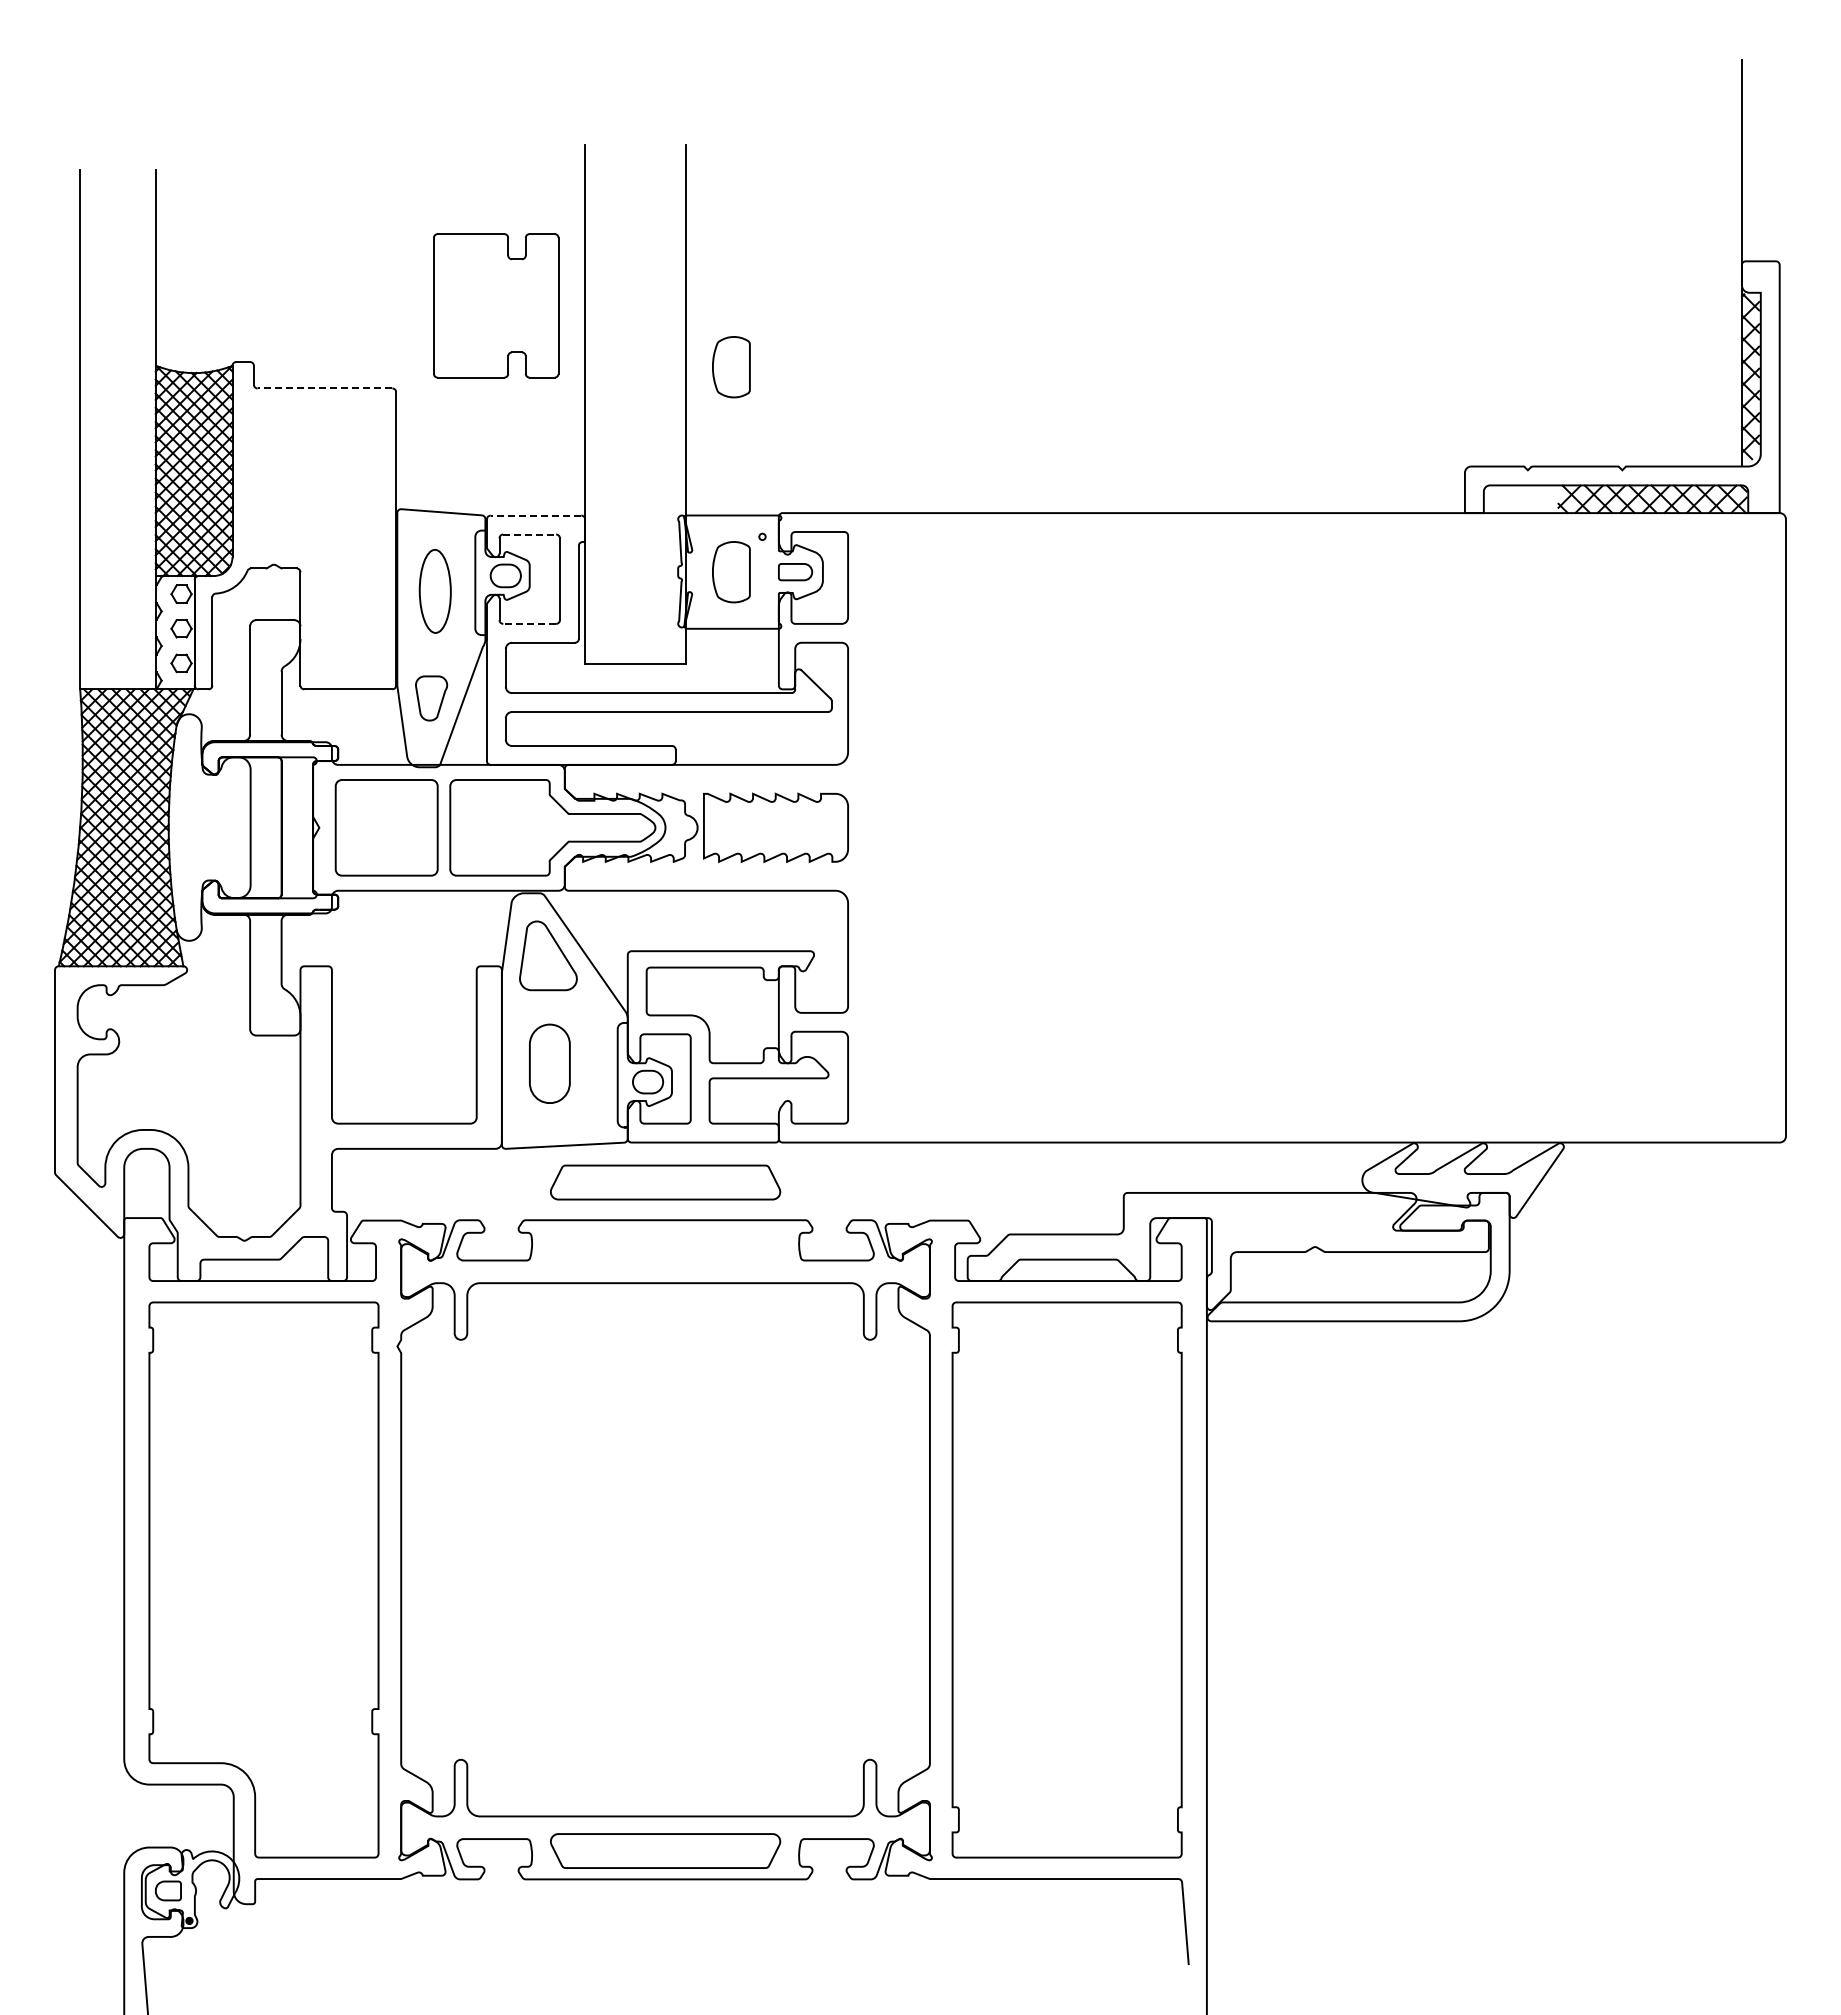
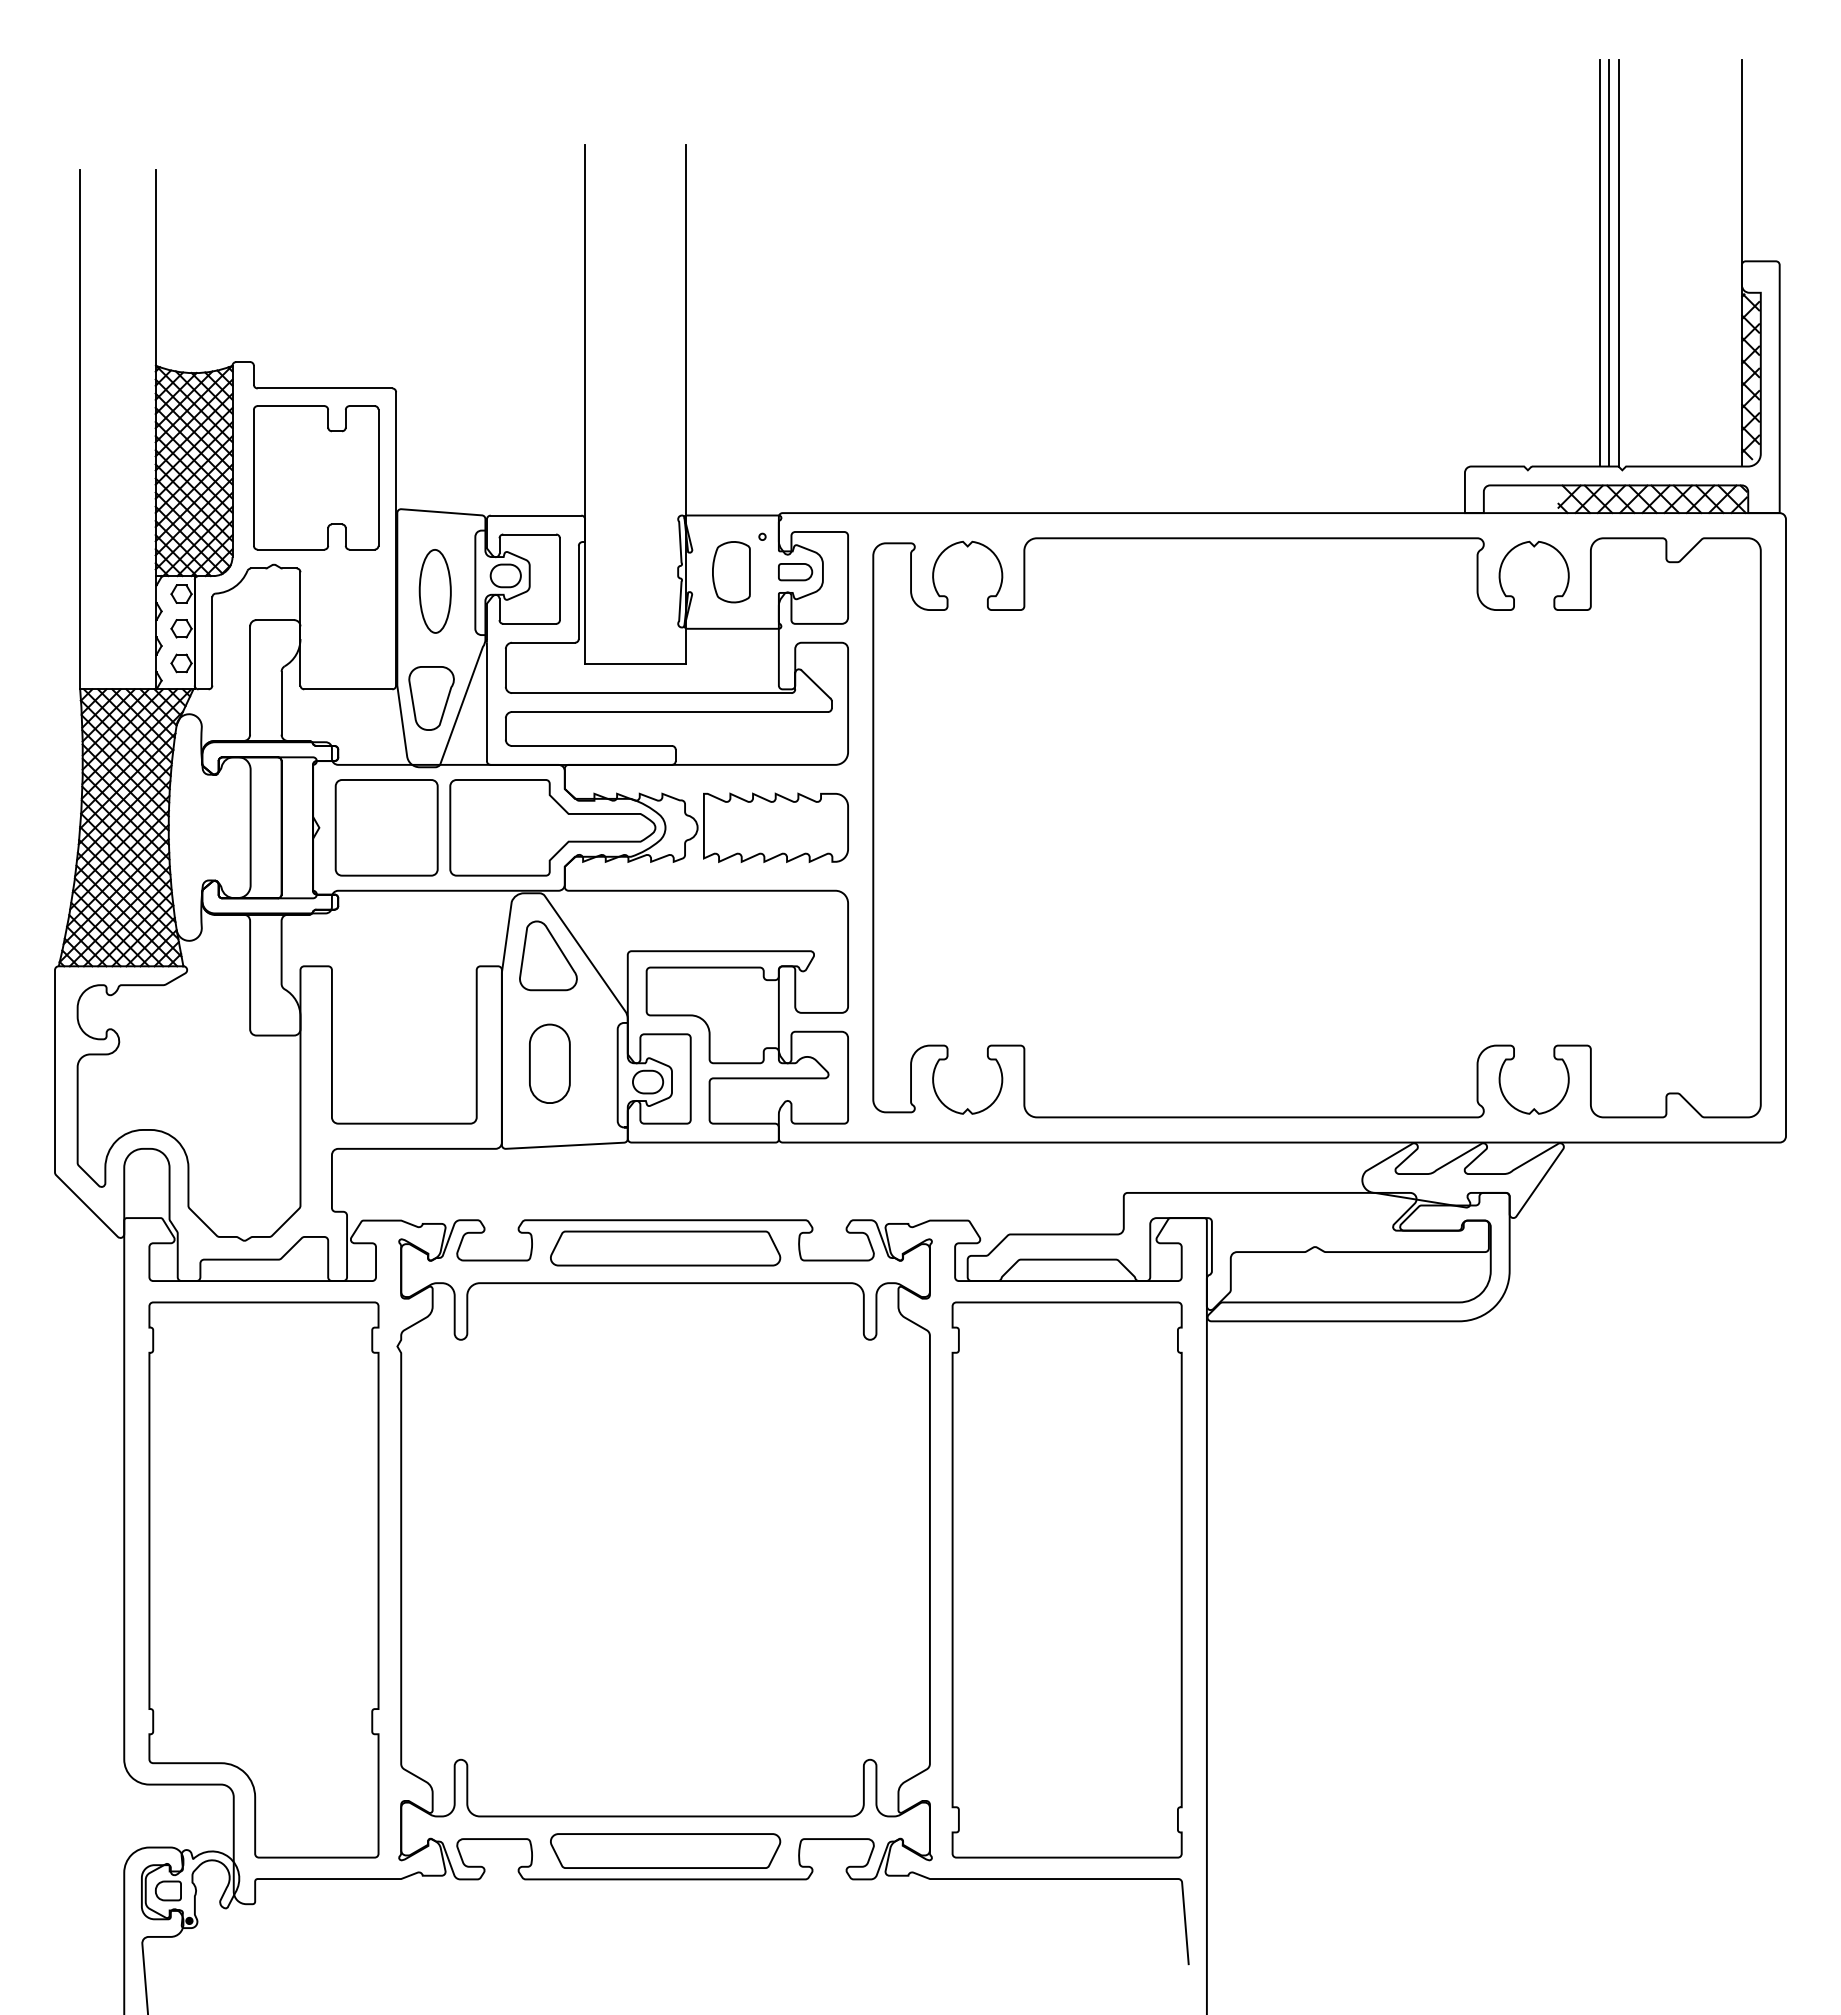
line at (1600, 262): none -> present
line at (1608, 262): none -> present
line at (1618, 263): none -> present
part at (496, 305) position: (496, 305) -> (316, 477)
part at (731, 367): present -> none
line at (324, 388): dashed -> solid
line at (535, 515): dashed -> solid
line at (530, 534): dashed -> solid
line at (529, 623): dashed -> solid
part at (431, 698) size: 34x47 px -> 47x65 px
part at (1316, 827): none -> present
part at (665, 1182) position: (665, 1182) -> (665, 1248)
